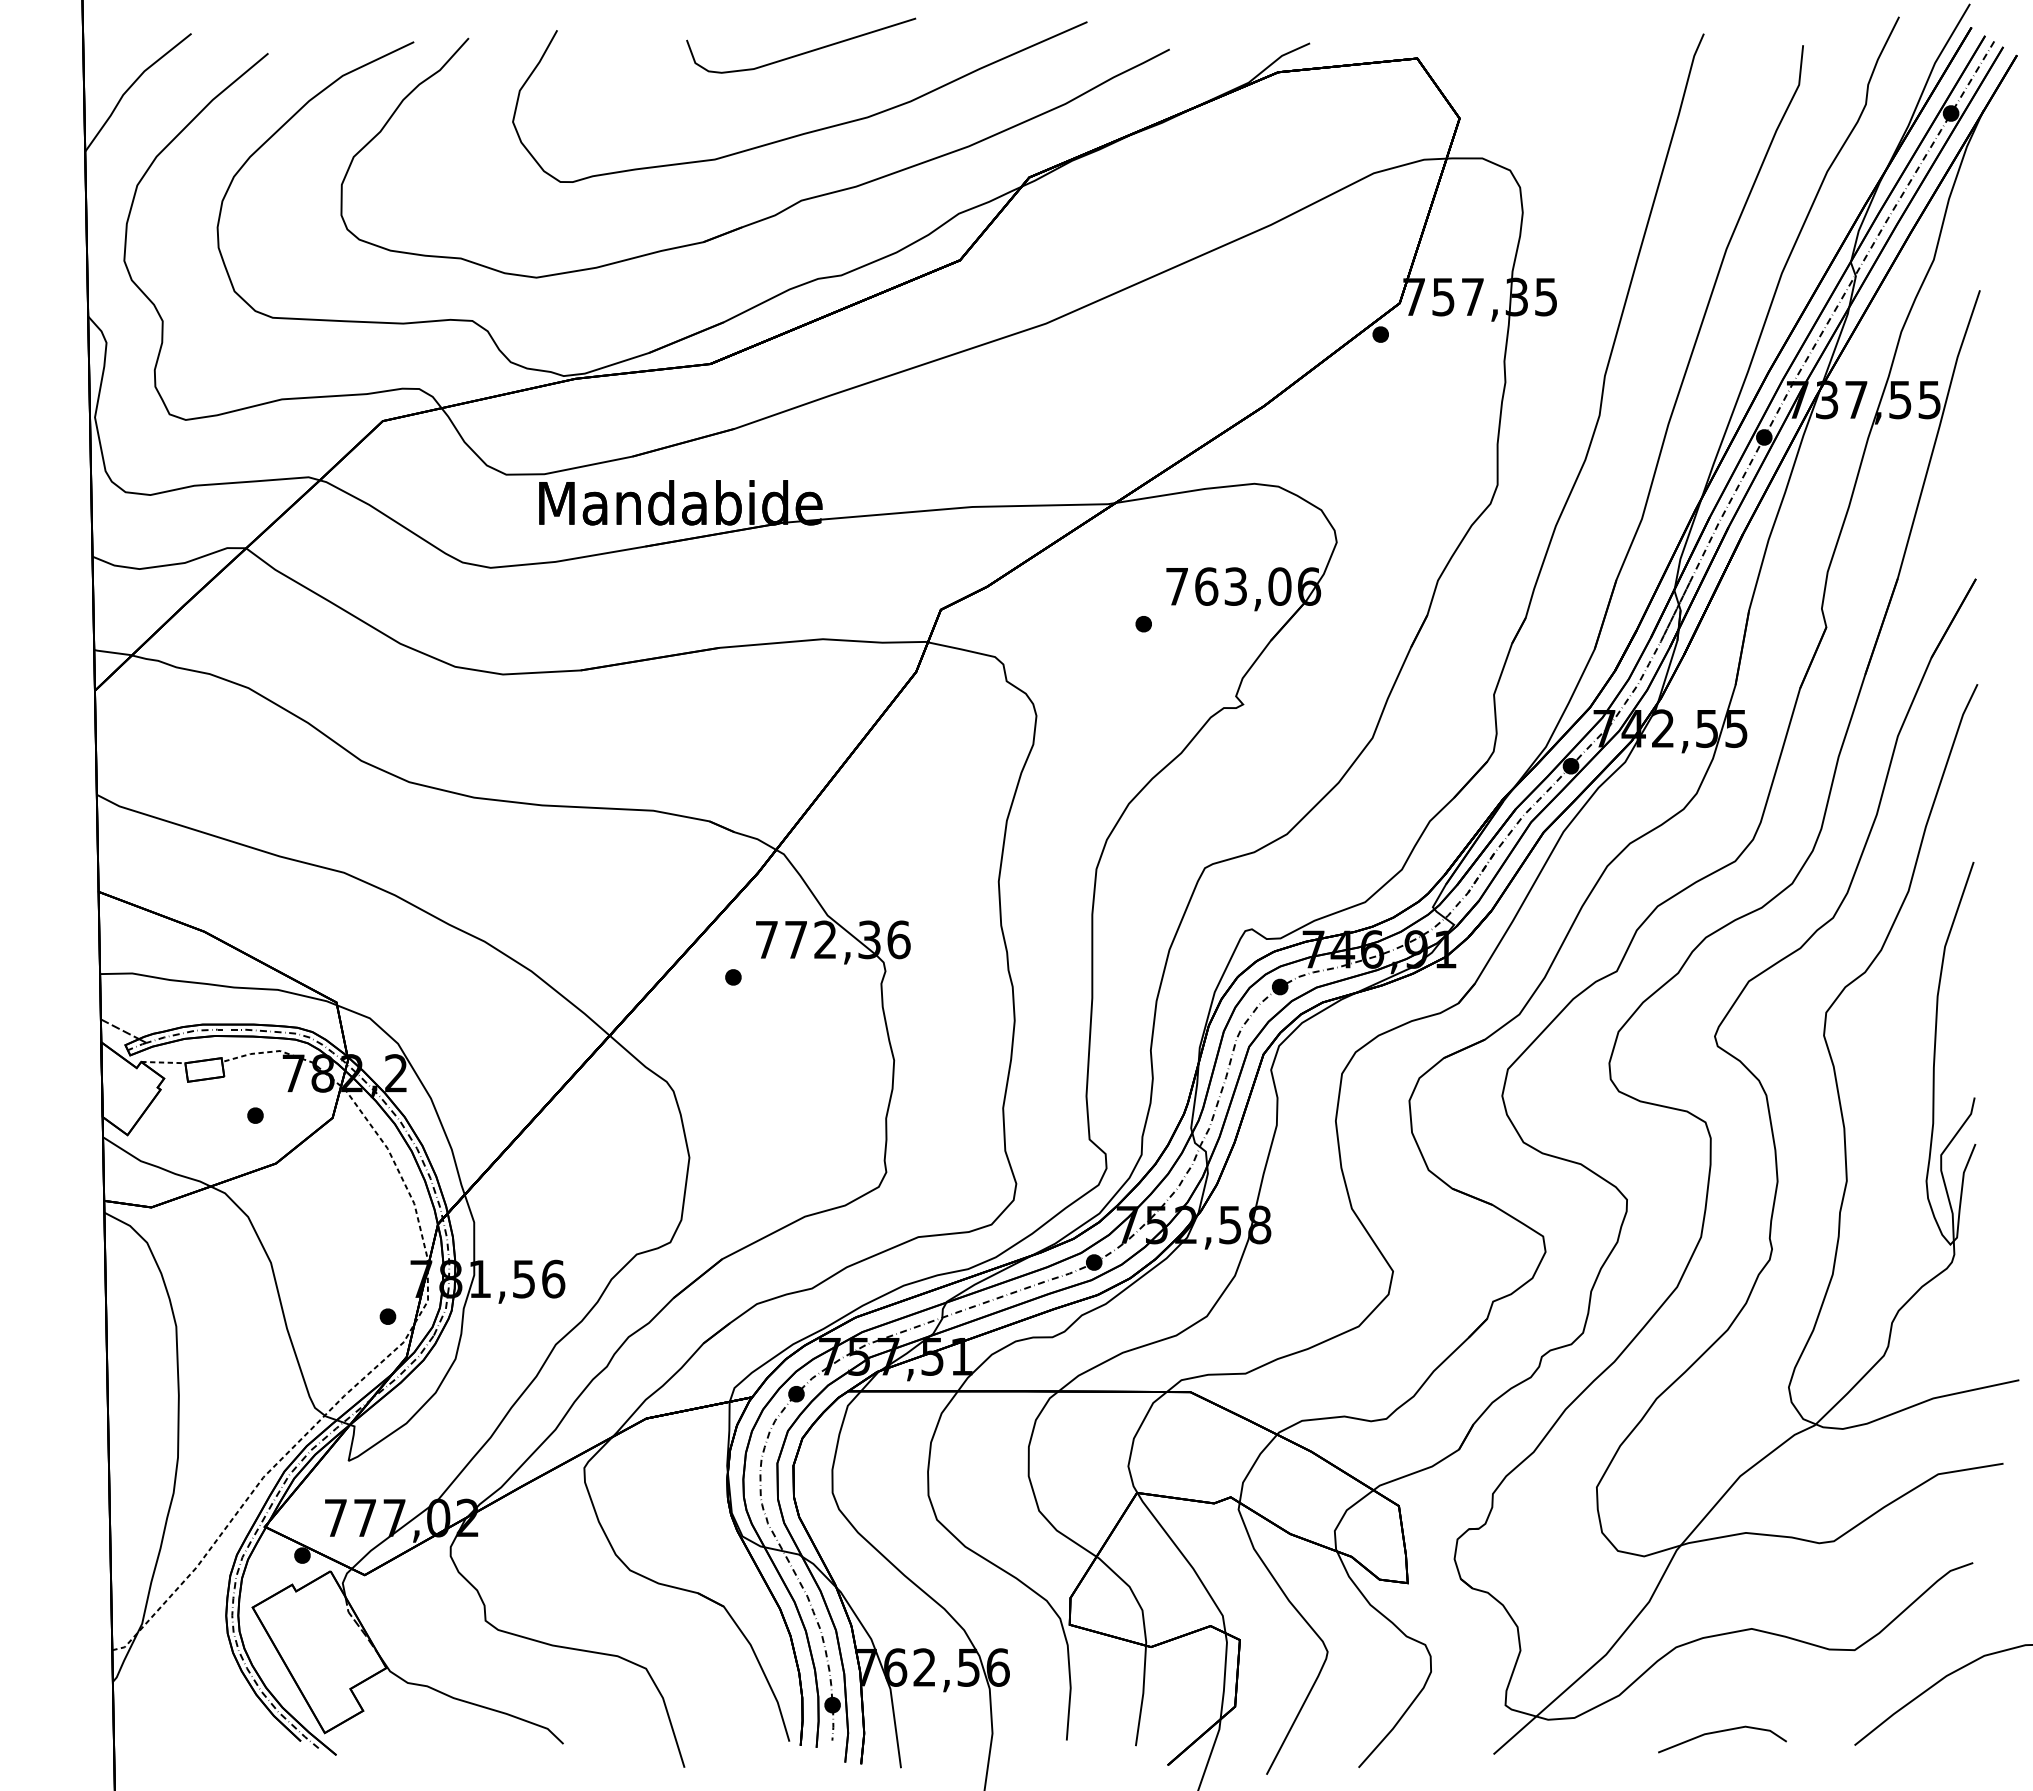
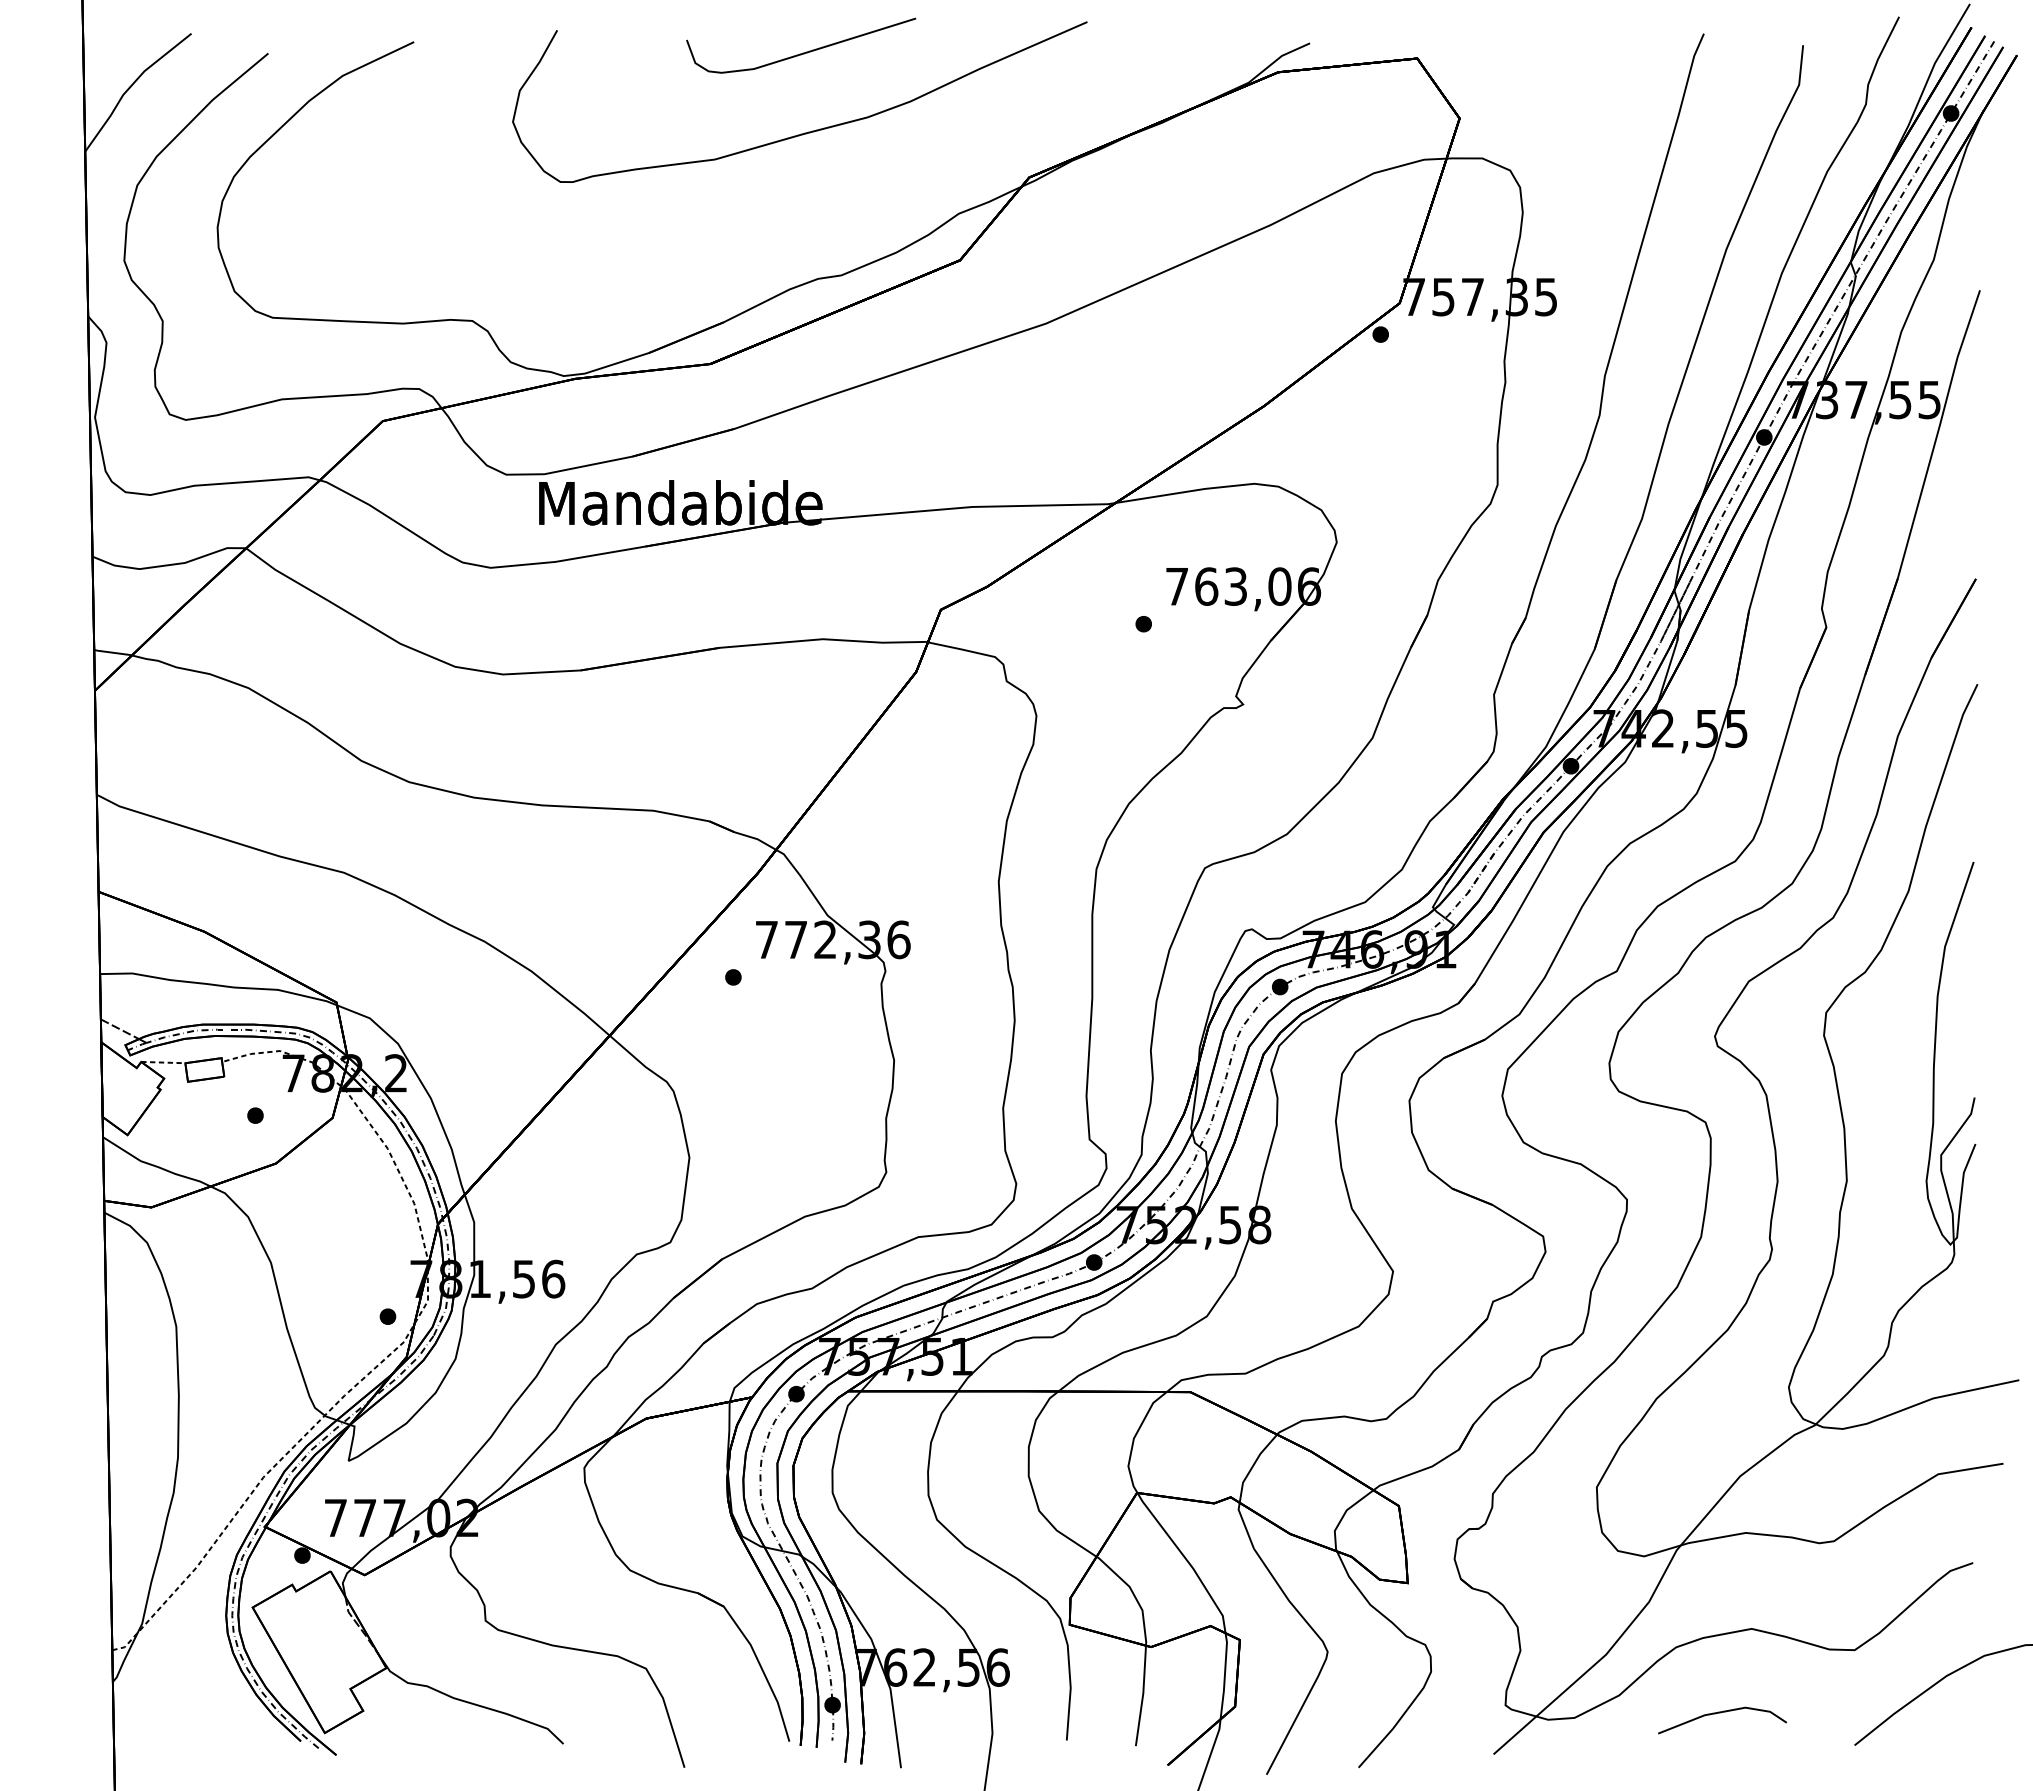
part at (786, 207): present -> none
line at (1721, 1732) position: (1721, 1732) -> (1721, 1713)
